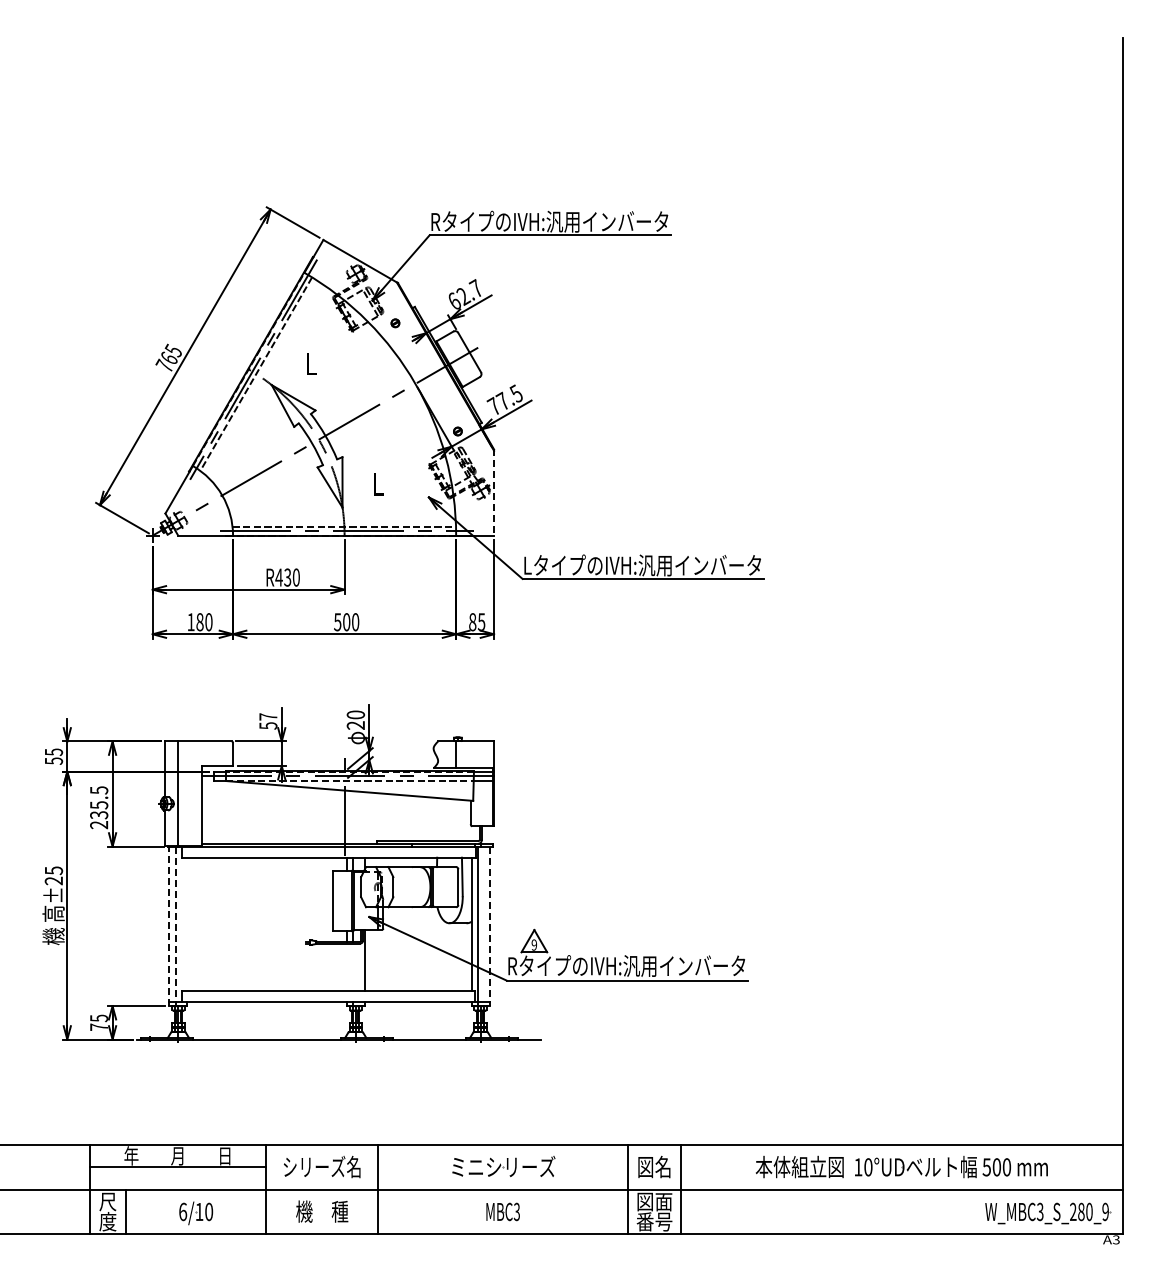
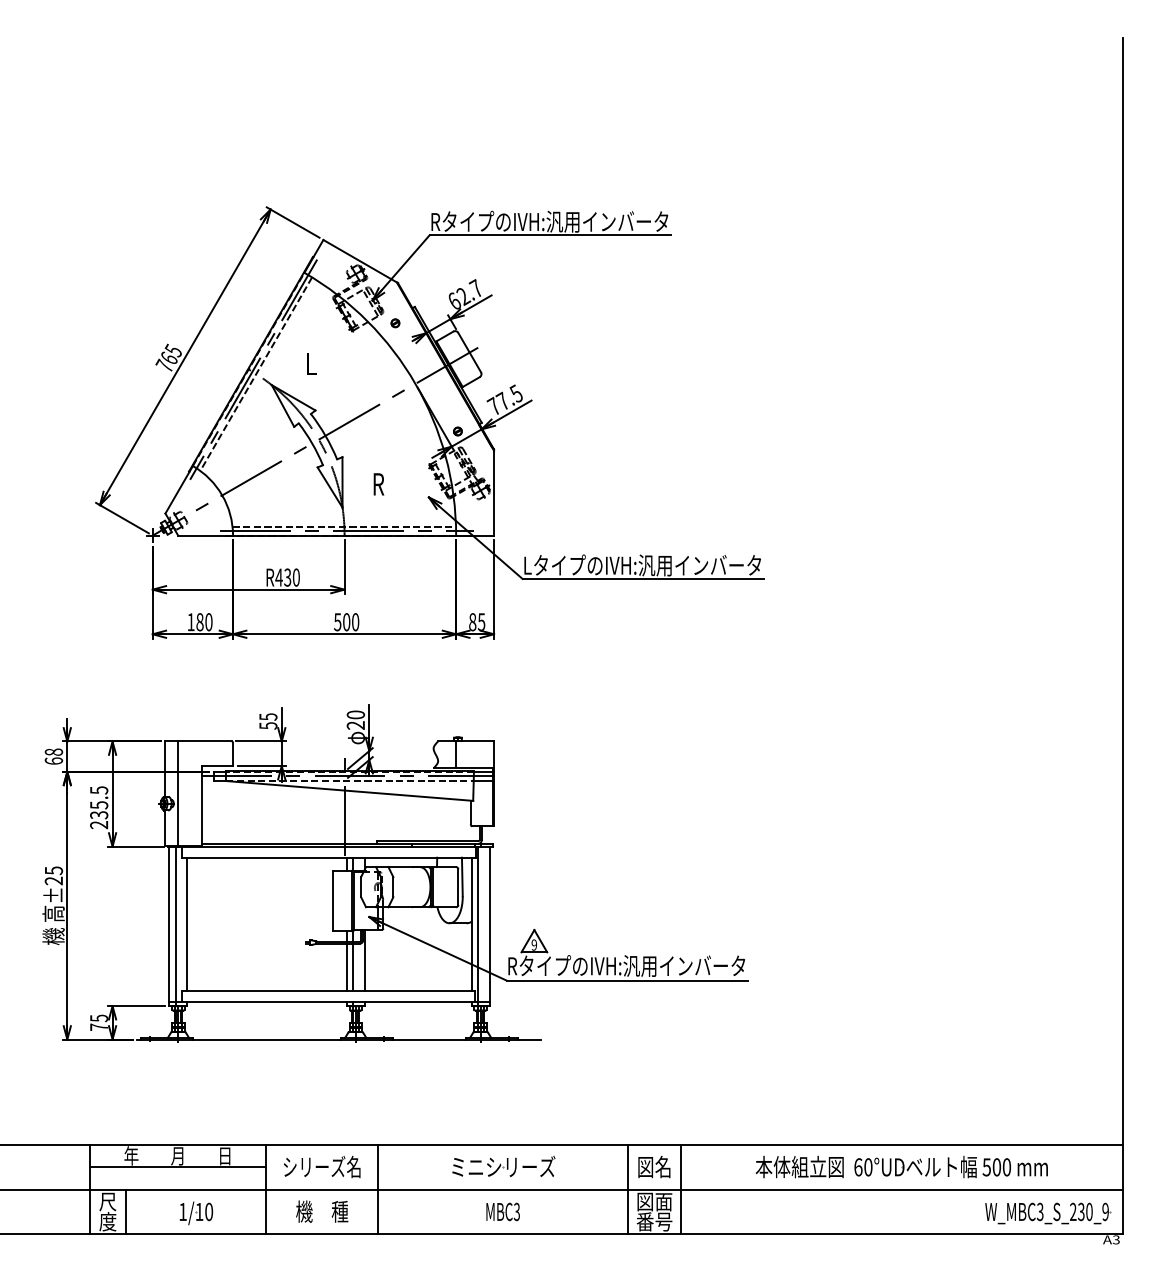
text at (378, 484): L -> R
line at (494, 493): dashed -> solid
text at (268, 716): 57 -> 55
text at (53, 756): 55 -> 68
line at (187, 923): none -> present
line at (169, 926): dashed -> solid
line at (175, 926): dashed -> solid
line at (489, 926): dashed -> solid
line at (346, 966): none -> present
line at (353, 966): none -> present
text at (858, 1167): 10°UD -> 60°UD
text at (183, 1211): 6/10 -> 1/10
text at (1081, 1211): W_MBC3_S_280_9 -> W_MBC3_S_230_9
